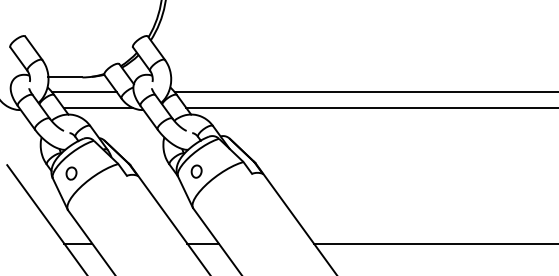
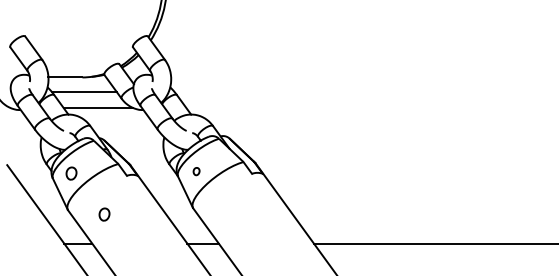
line at (364, 92): present -> none
line at (370, 107): present -> none
part at (196, 171) size: 13x15 px -> 9x10 px
part at (104, 214): none -> present
